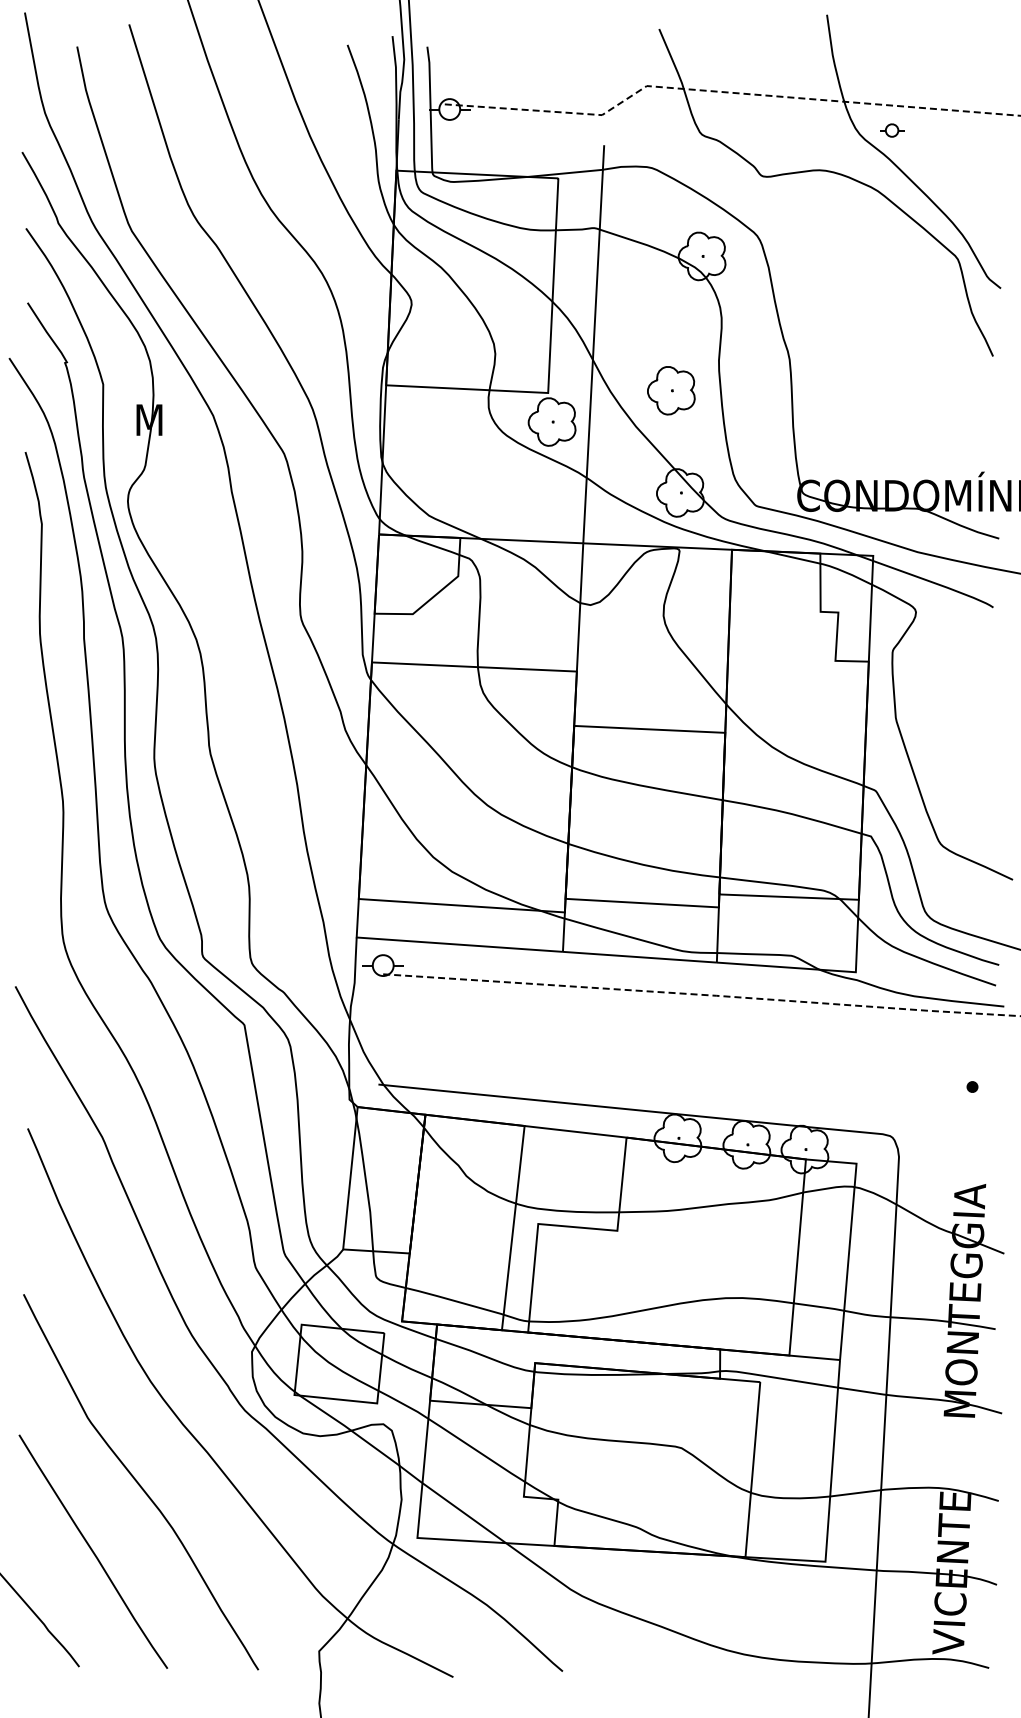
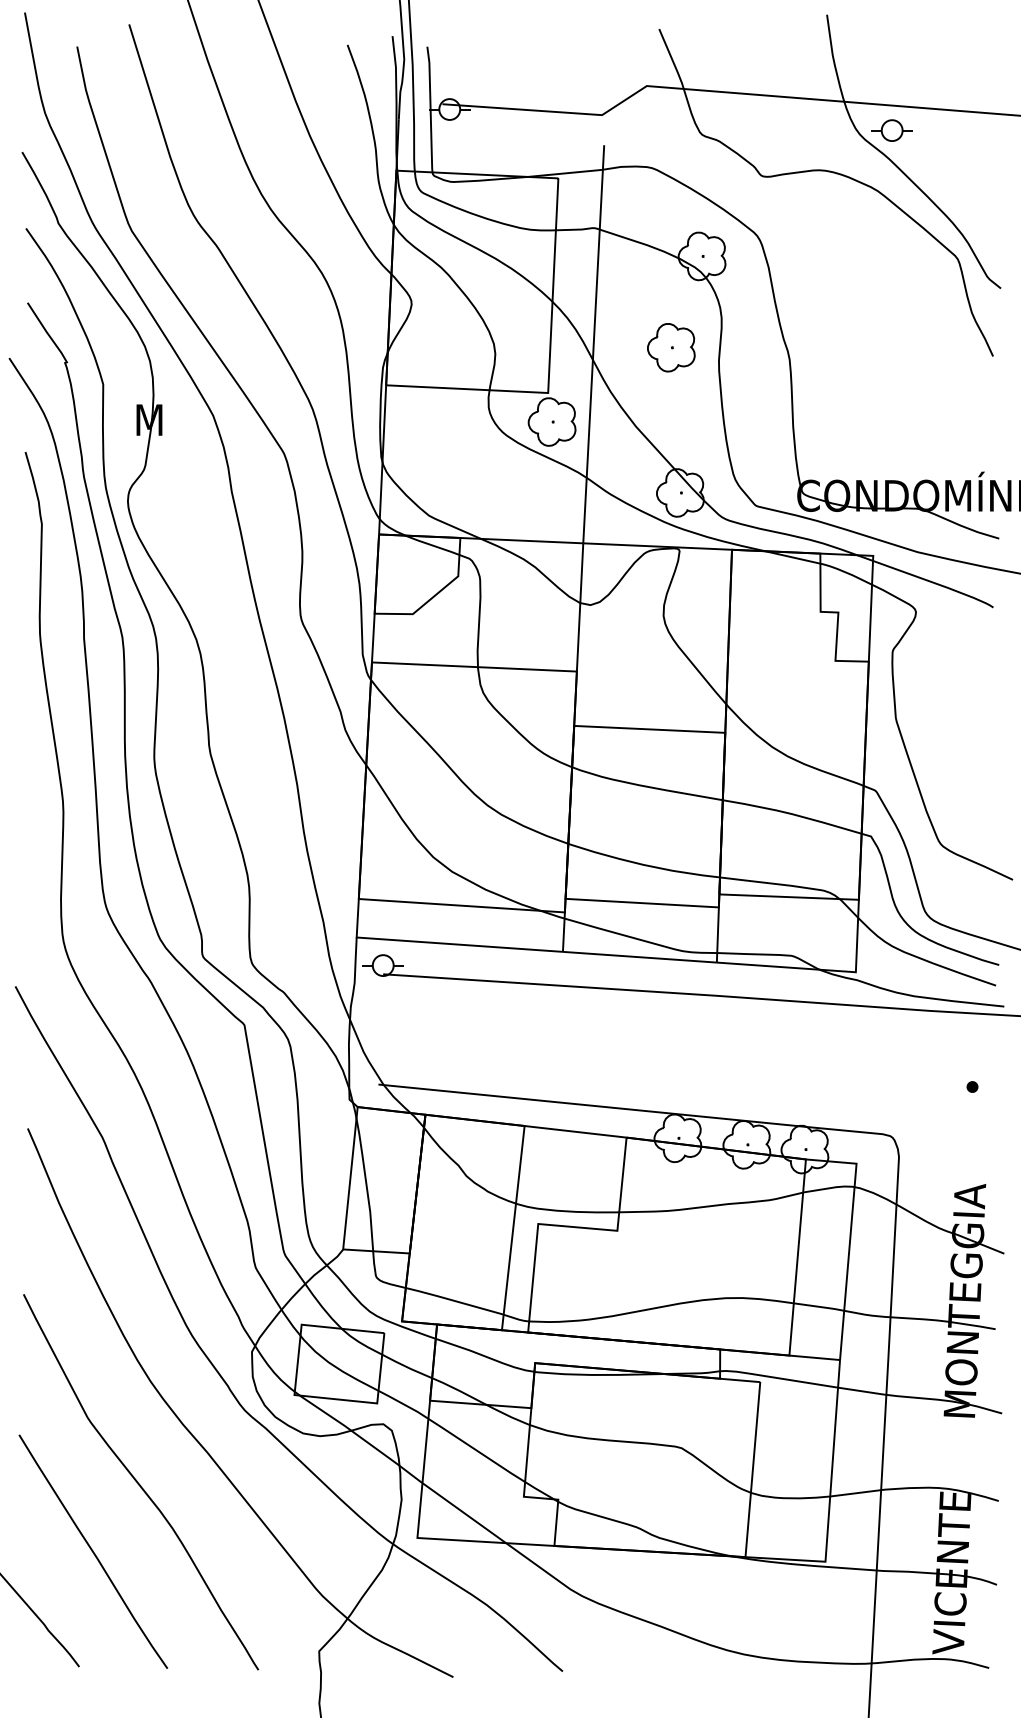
line at (725, 92): dashed -> solid
part at (892, 130) size: 25x15 px -> 42x23 px
part at (671, 390) position: (671, 390) -> (671, 347)
line at (702, 994): dashed -> solid
